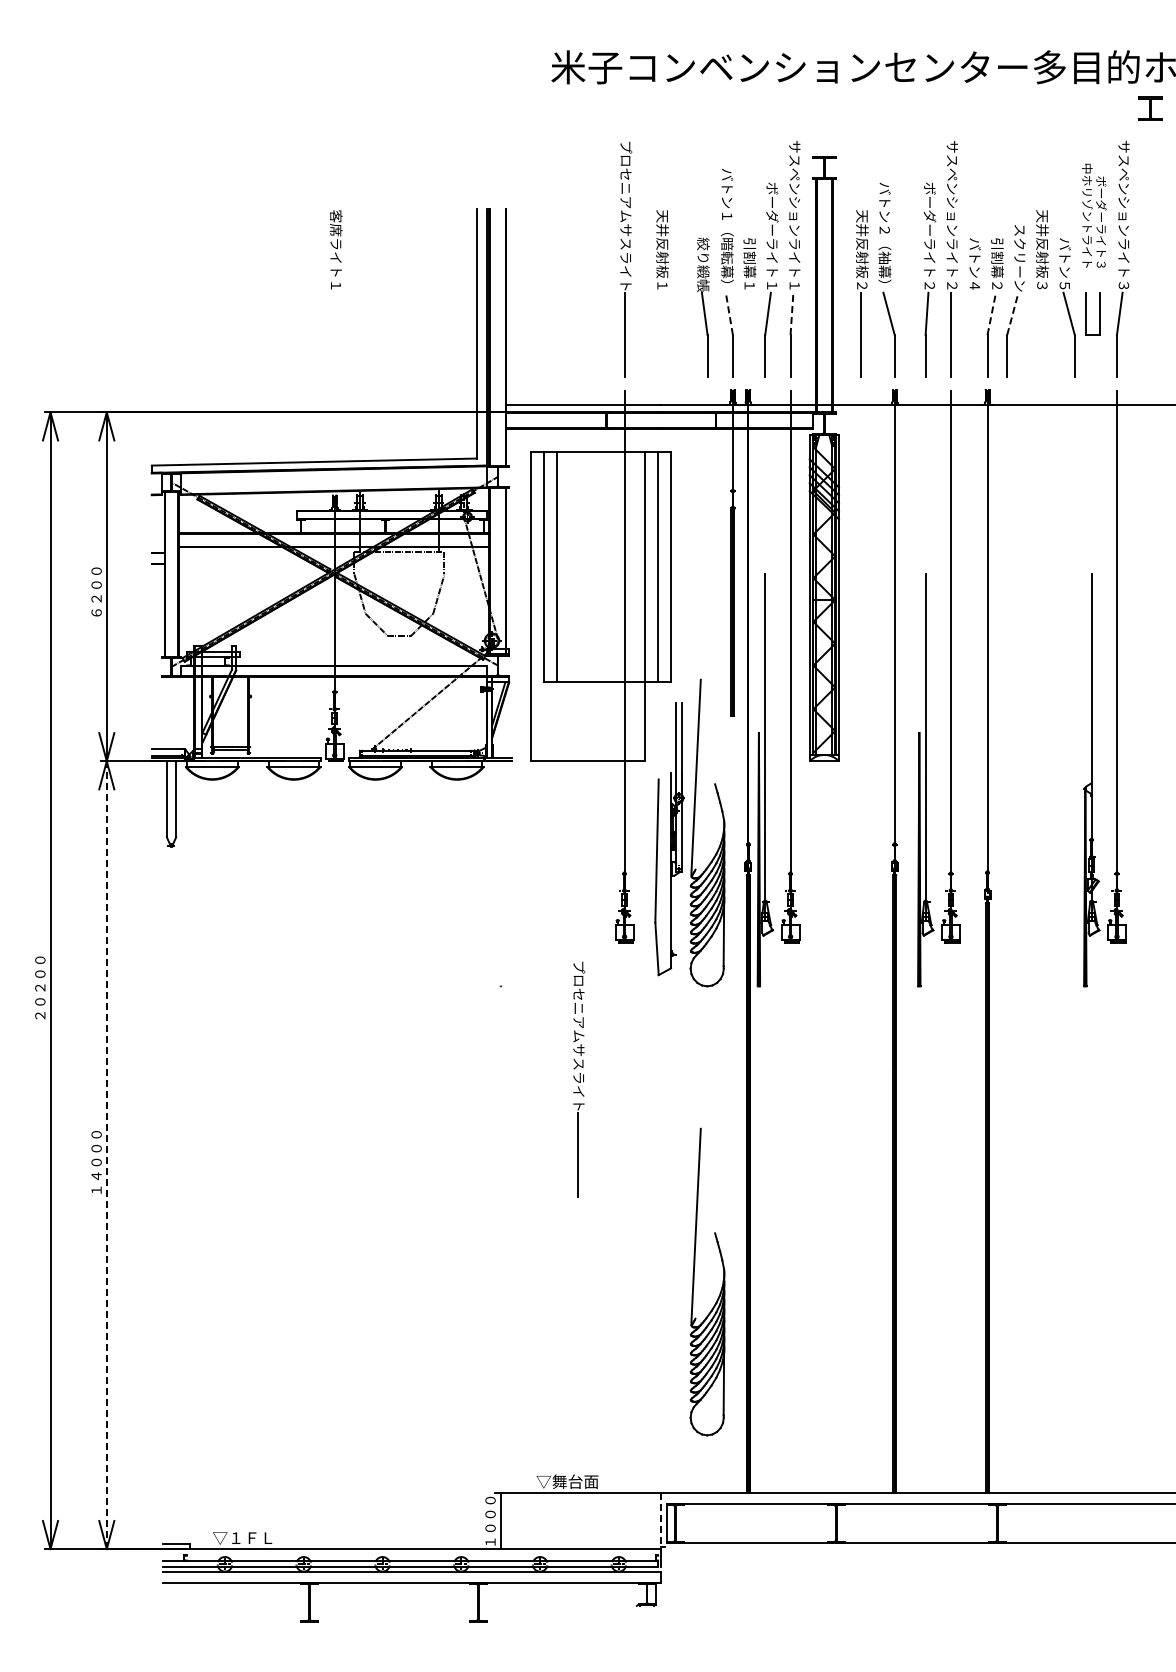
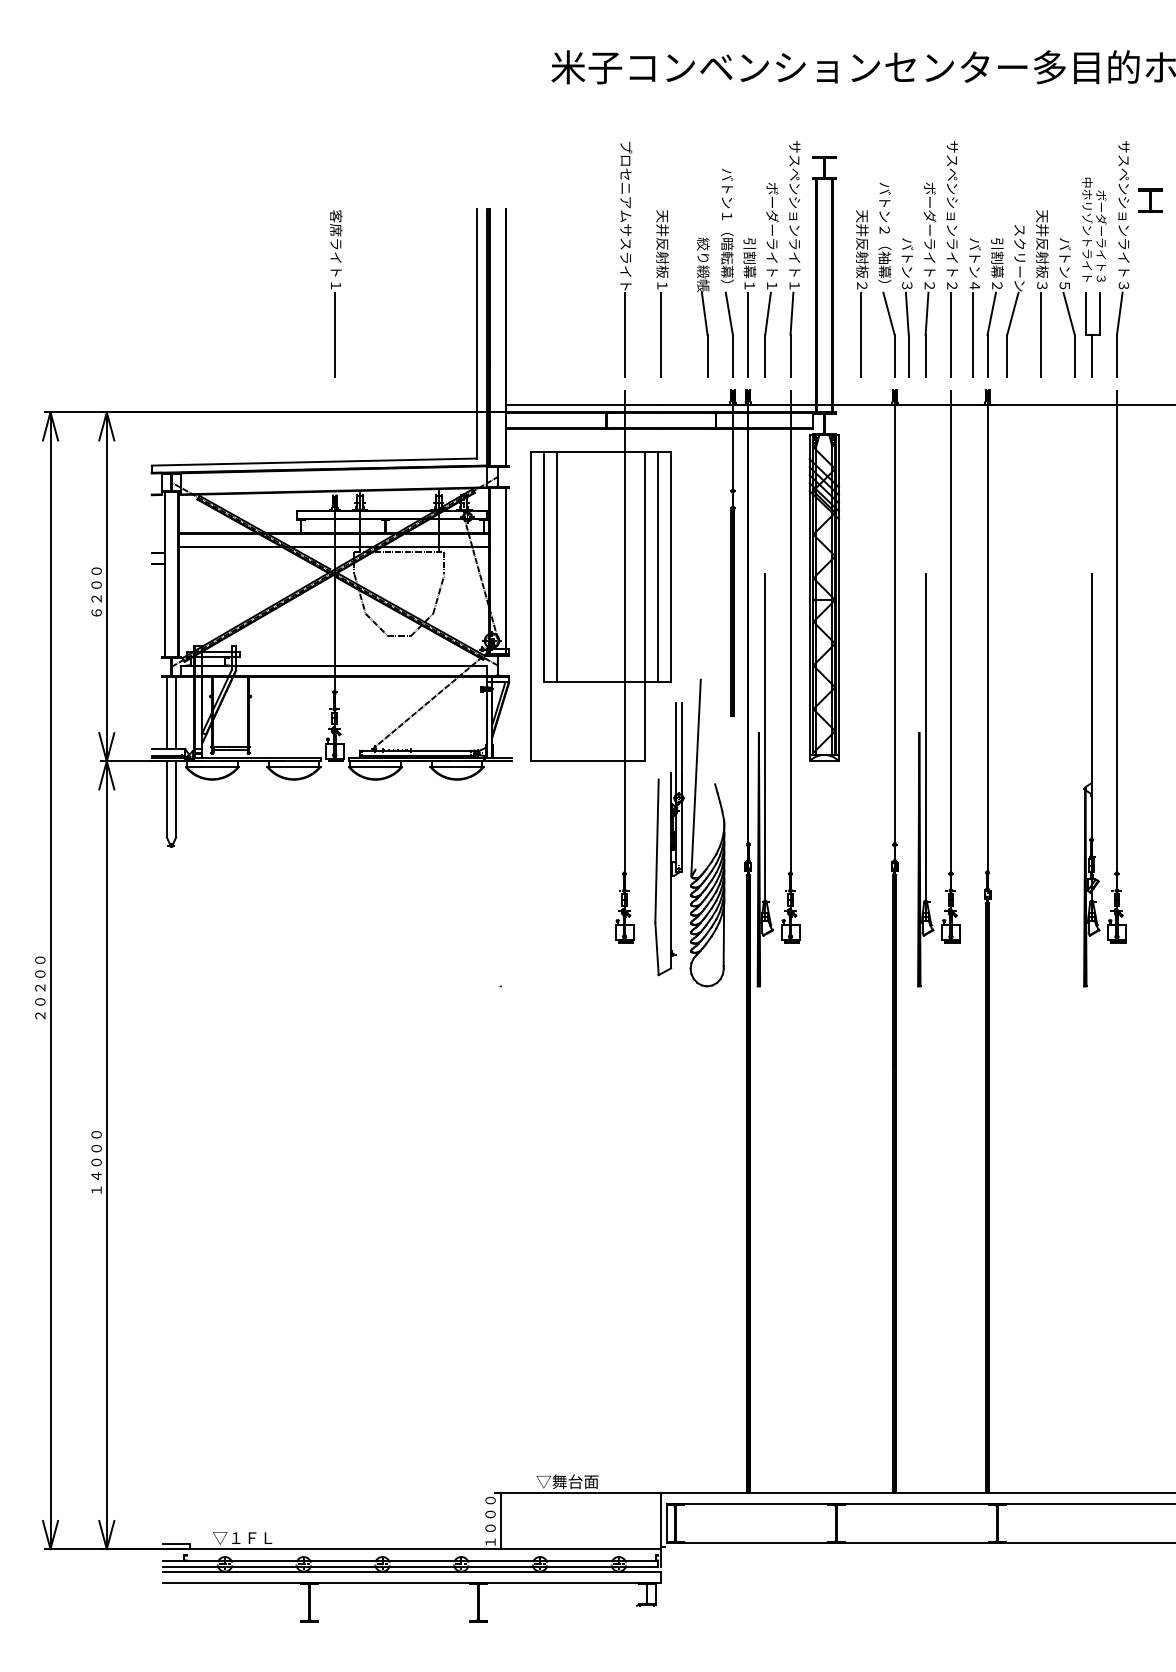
part at (1150, 108) position: (1150, 108) -> (1150, 200)
text at (1093, 215) position: (1093, 215) -> (1093, 229)
part at (907, 307): none -> present
line at (729, 313): dashed -> solid
line at (792, 313): dashed -> solid
line at (991, 313): dashed -> solid
line at (1012, 313): dashed -> solid
line at (334, 334): none -> present
line at (661, 334): none -> present
line at (748, 334): none -> present
line at (973, 334): none -> present
line at (1041, 334): none -> present
line at (1091, 355): none -> present
line at (166, 712): none -> present
line at (176, 712): none -> present
part at (579, 1079): present -> none
line at (106, 1155): dashed -> solid
part at (694, 1281): present -> none
line at (661, 1520): dashed -> solid
